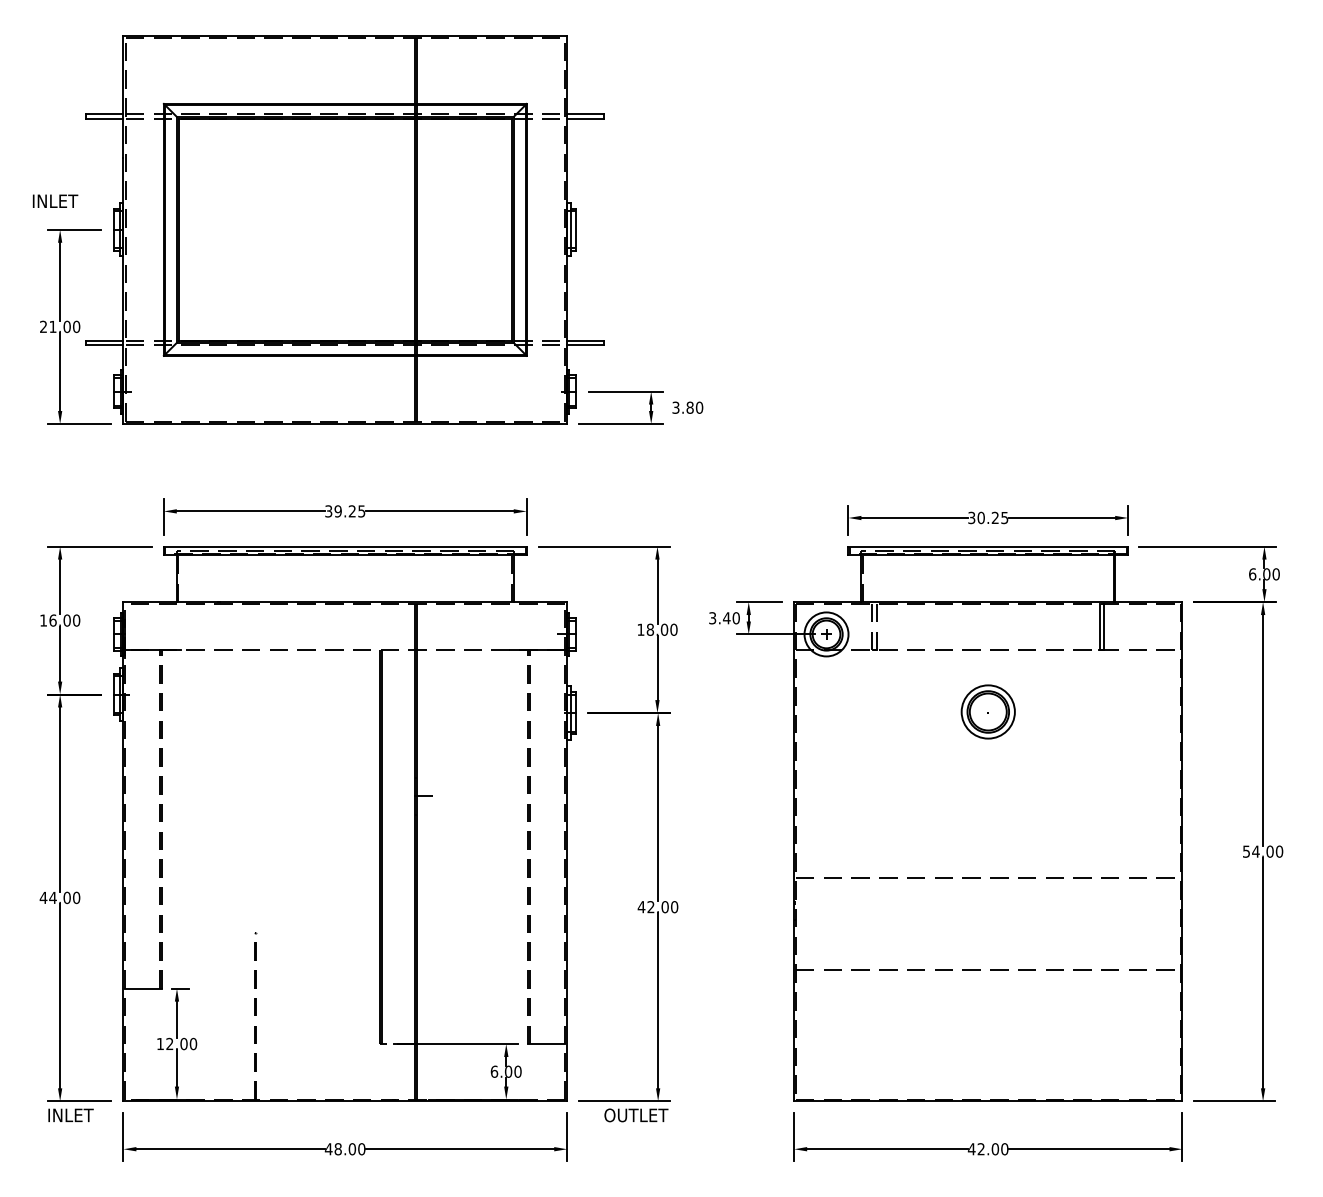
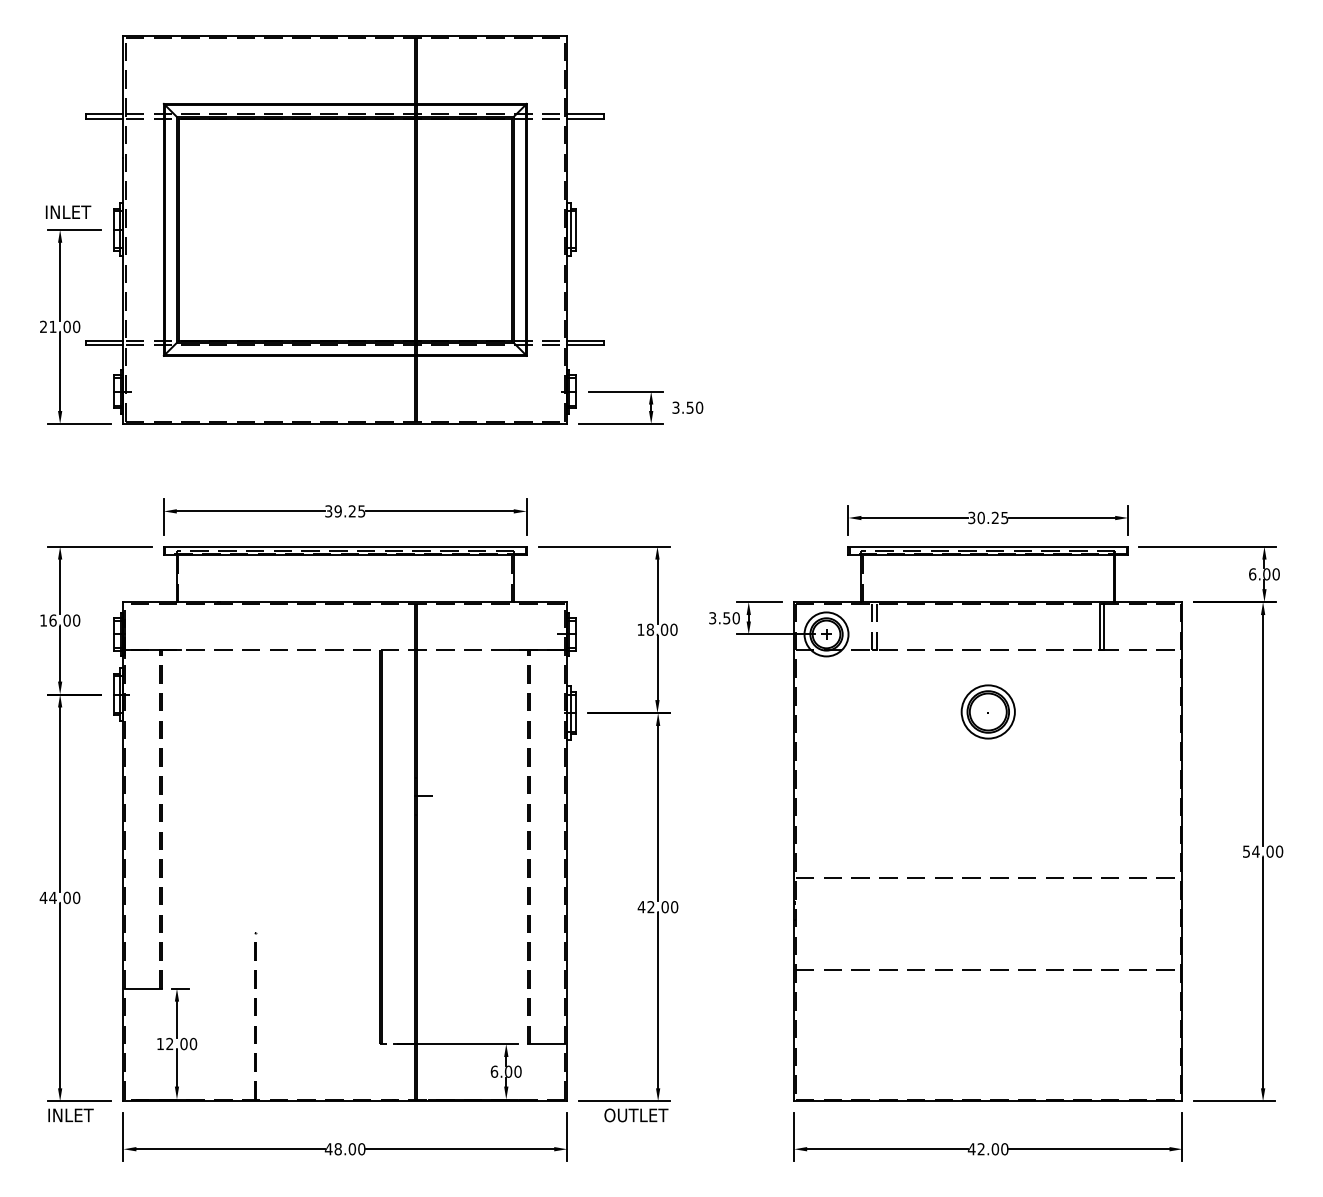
text at (55, 200) position: (55, 200) -> (68, 211)
text at (689, 407): 3.80 -> 3.50
text at (726, 618): 3.40 -> 3.50
